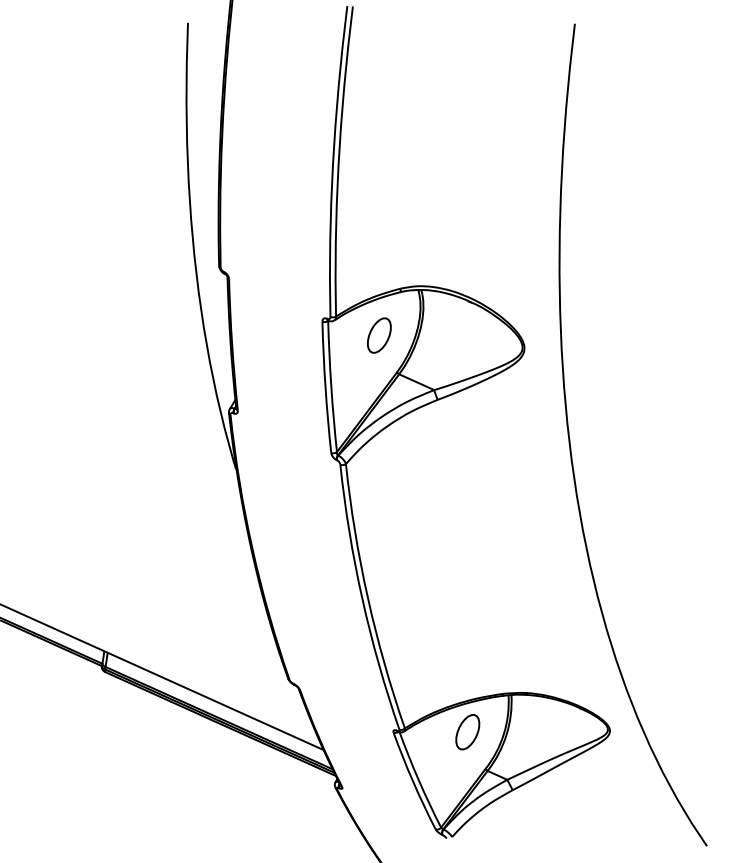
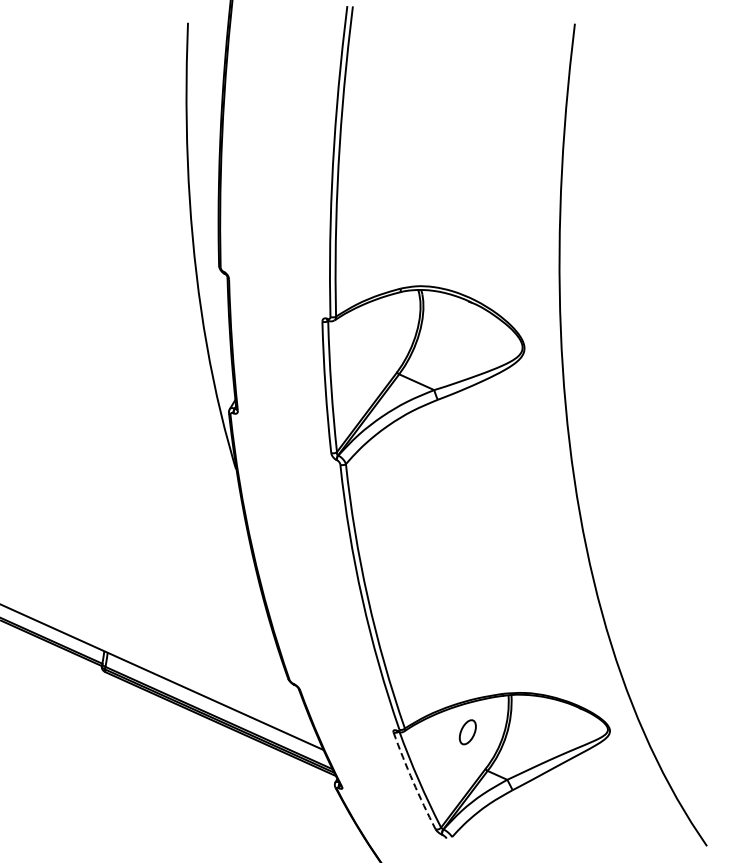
part at (379, 335): present -> none
part at (467, 732) size: 26x37 px -> 19x27 px
arc at (413, 781): solid -> dashed
